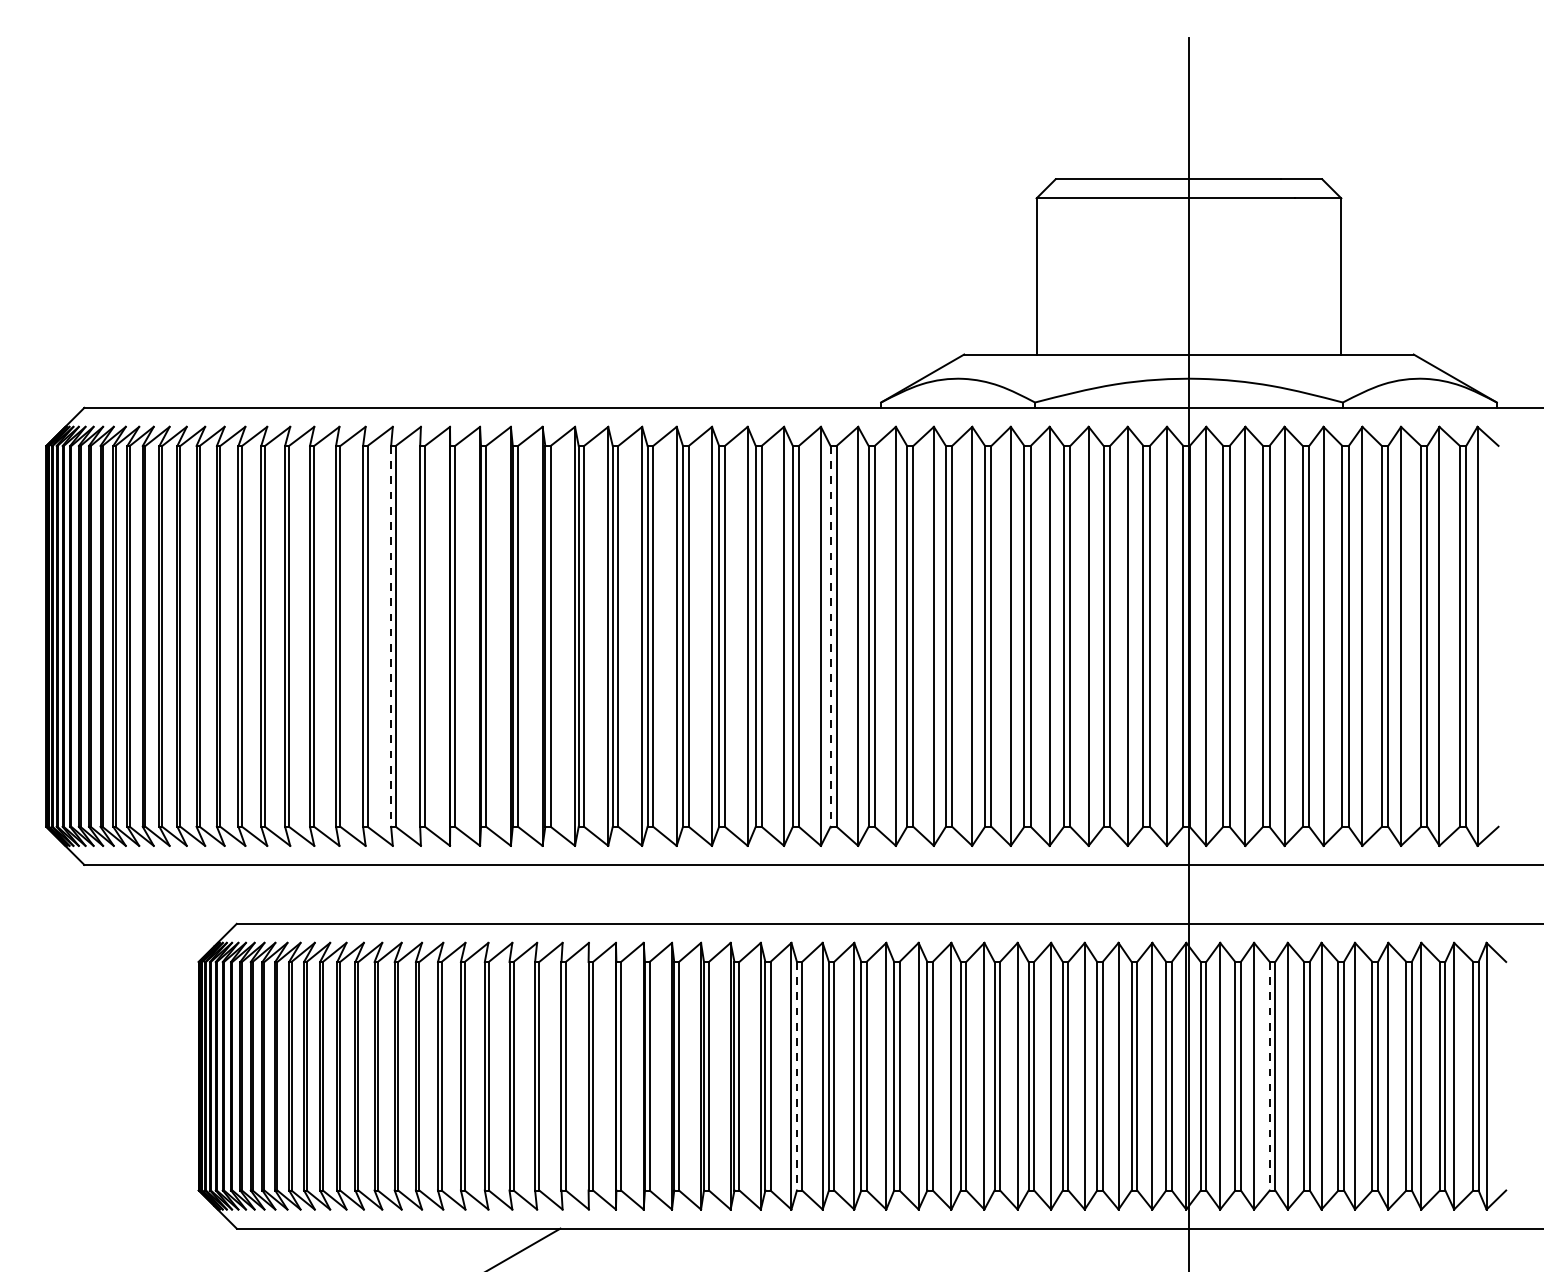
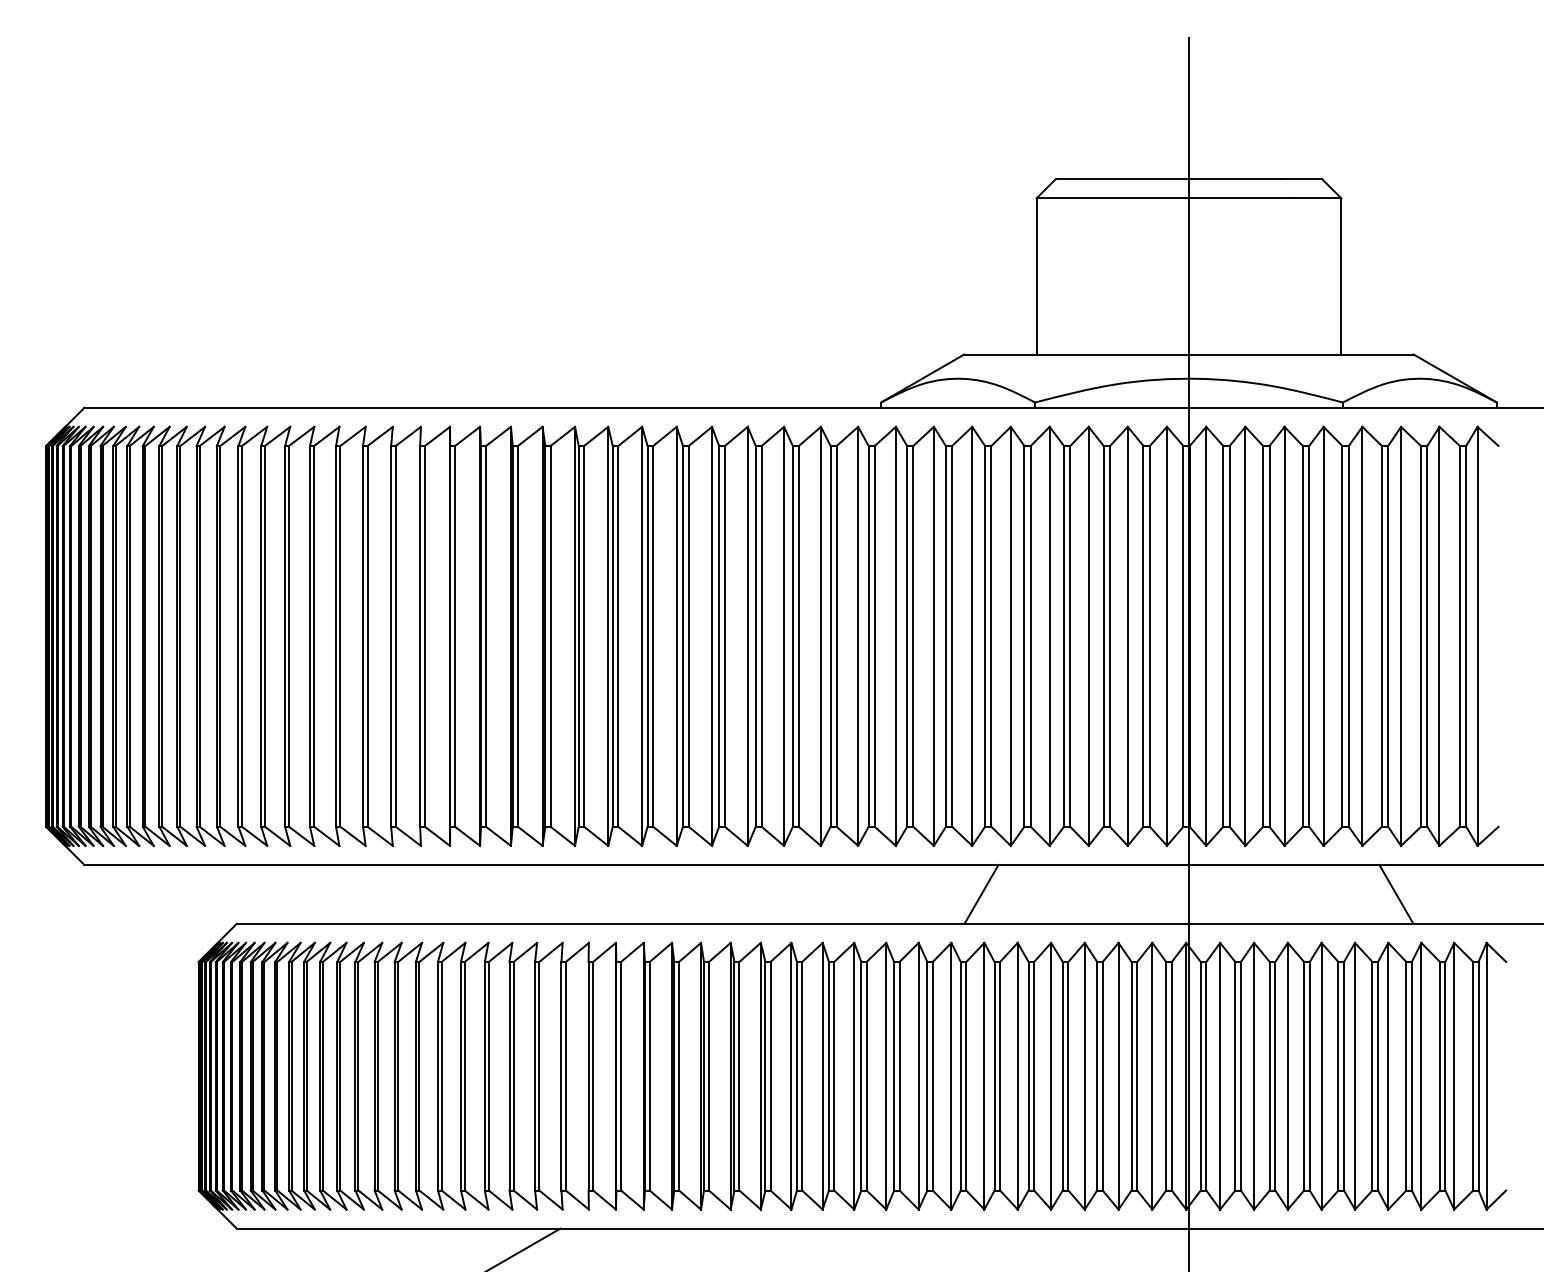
line at (391, 636): dashed -> solid
line at (830, 636): dashed -> solid
line at (981, 893): none -> present
line at (1396, 893): none -> present
line at (796, 1076): dashed -> solid
line at (1269, 1076): dashed -> solid
